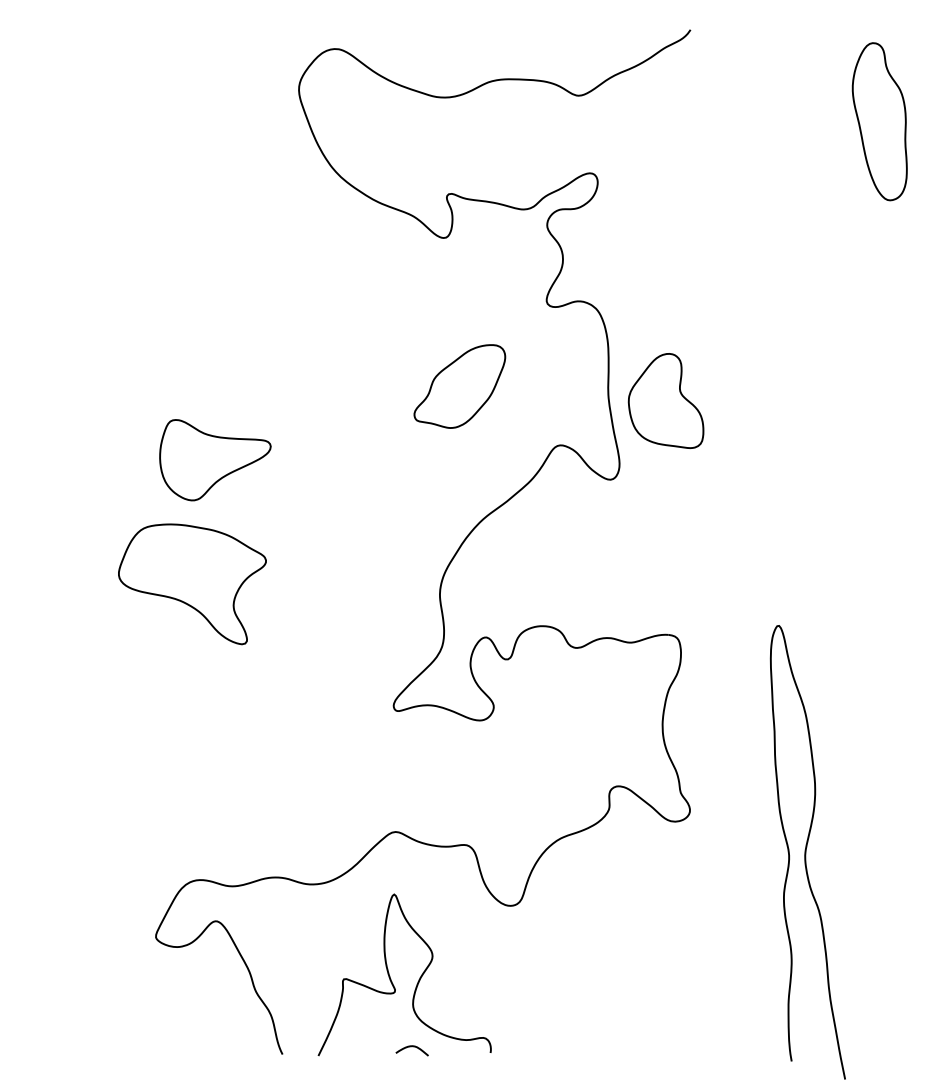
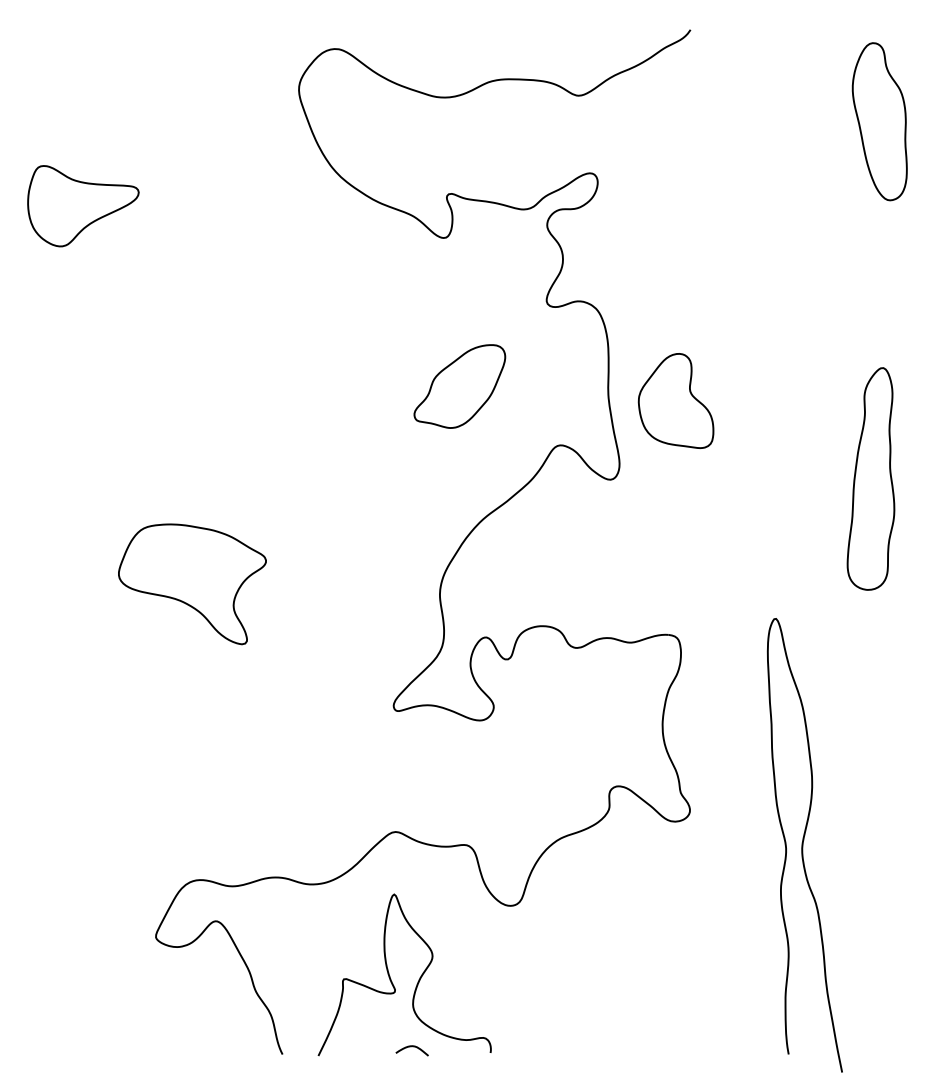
part at (665, 400) position: (665, 400) -> (675, 400)
part at (215, 460) position: (215, 460) -> (83, 206)
part at (870, 478): none -> present
curve at (806, 852) position: (806, 852) -> (803, 845)
